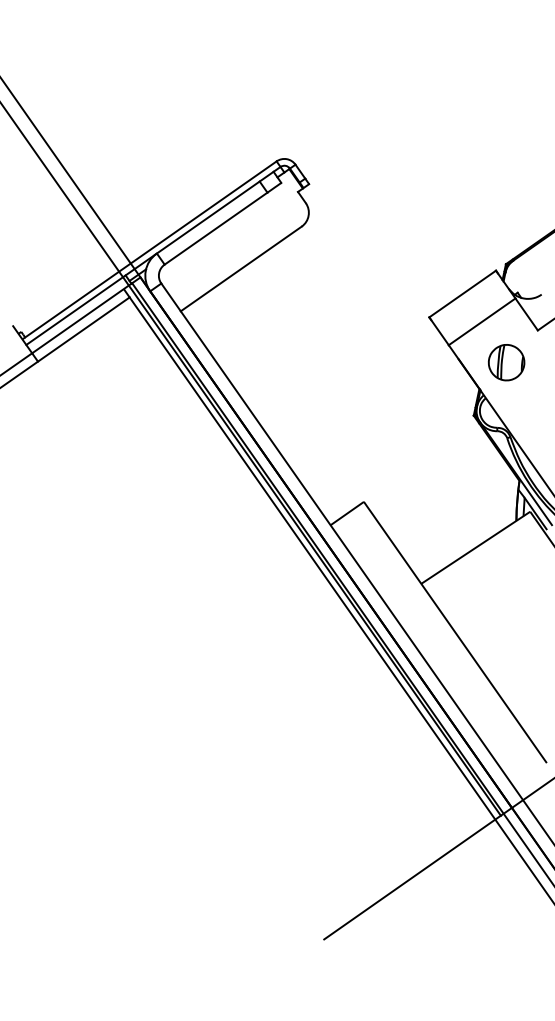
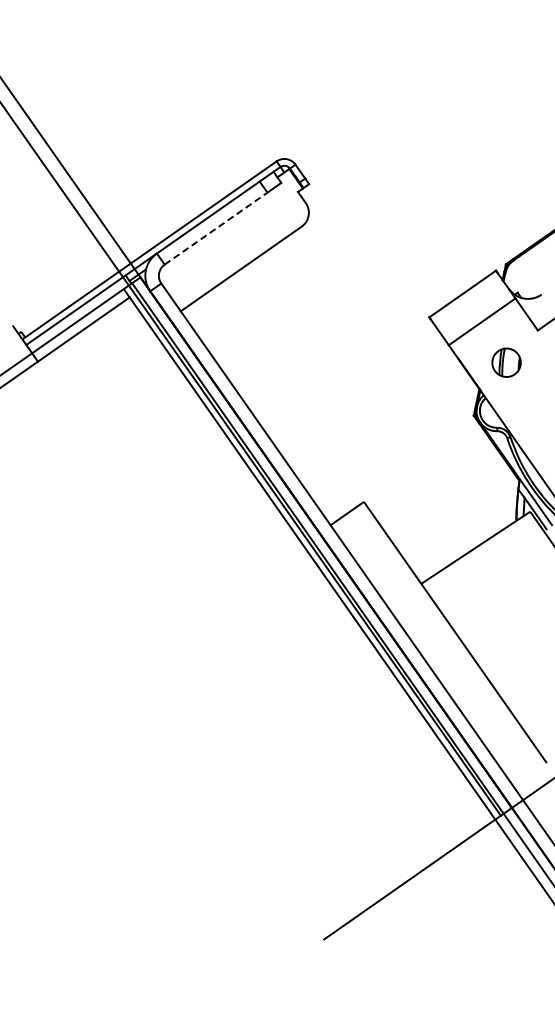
line at (216, 228): solid -> dashed
part at (506, 362) size: 39x38 px -> 31x31 px
